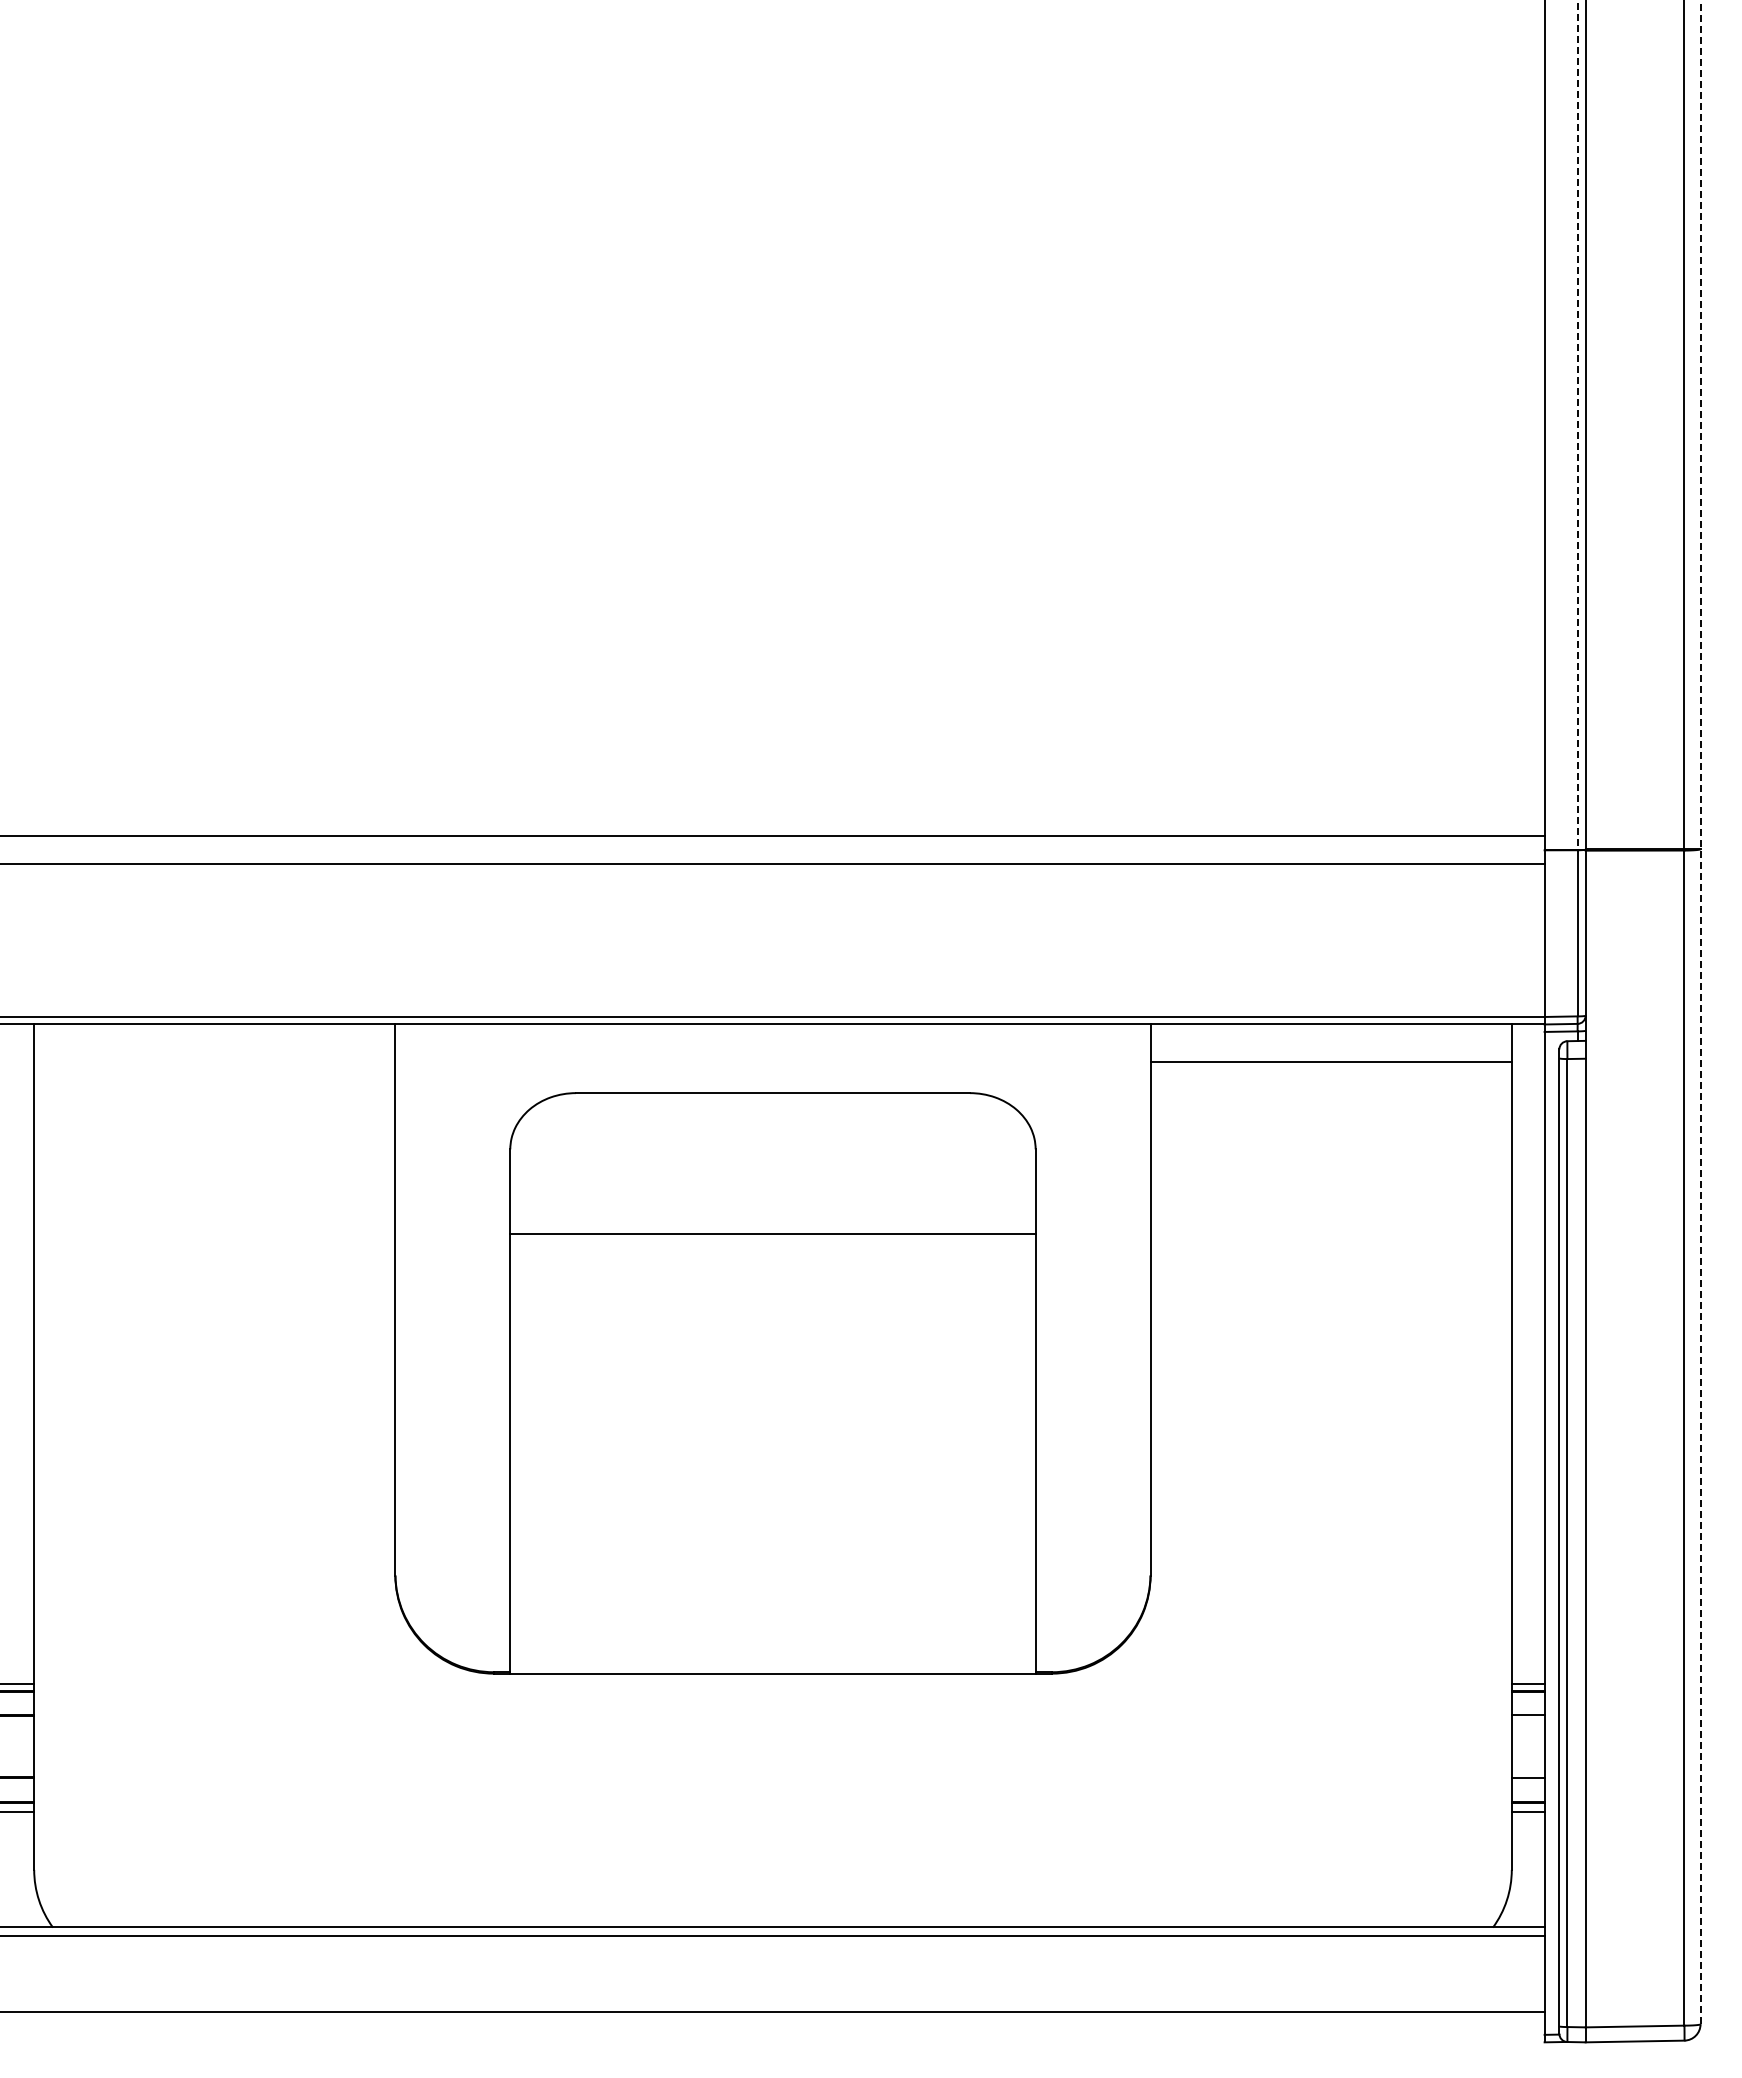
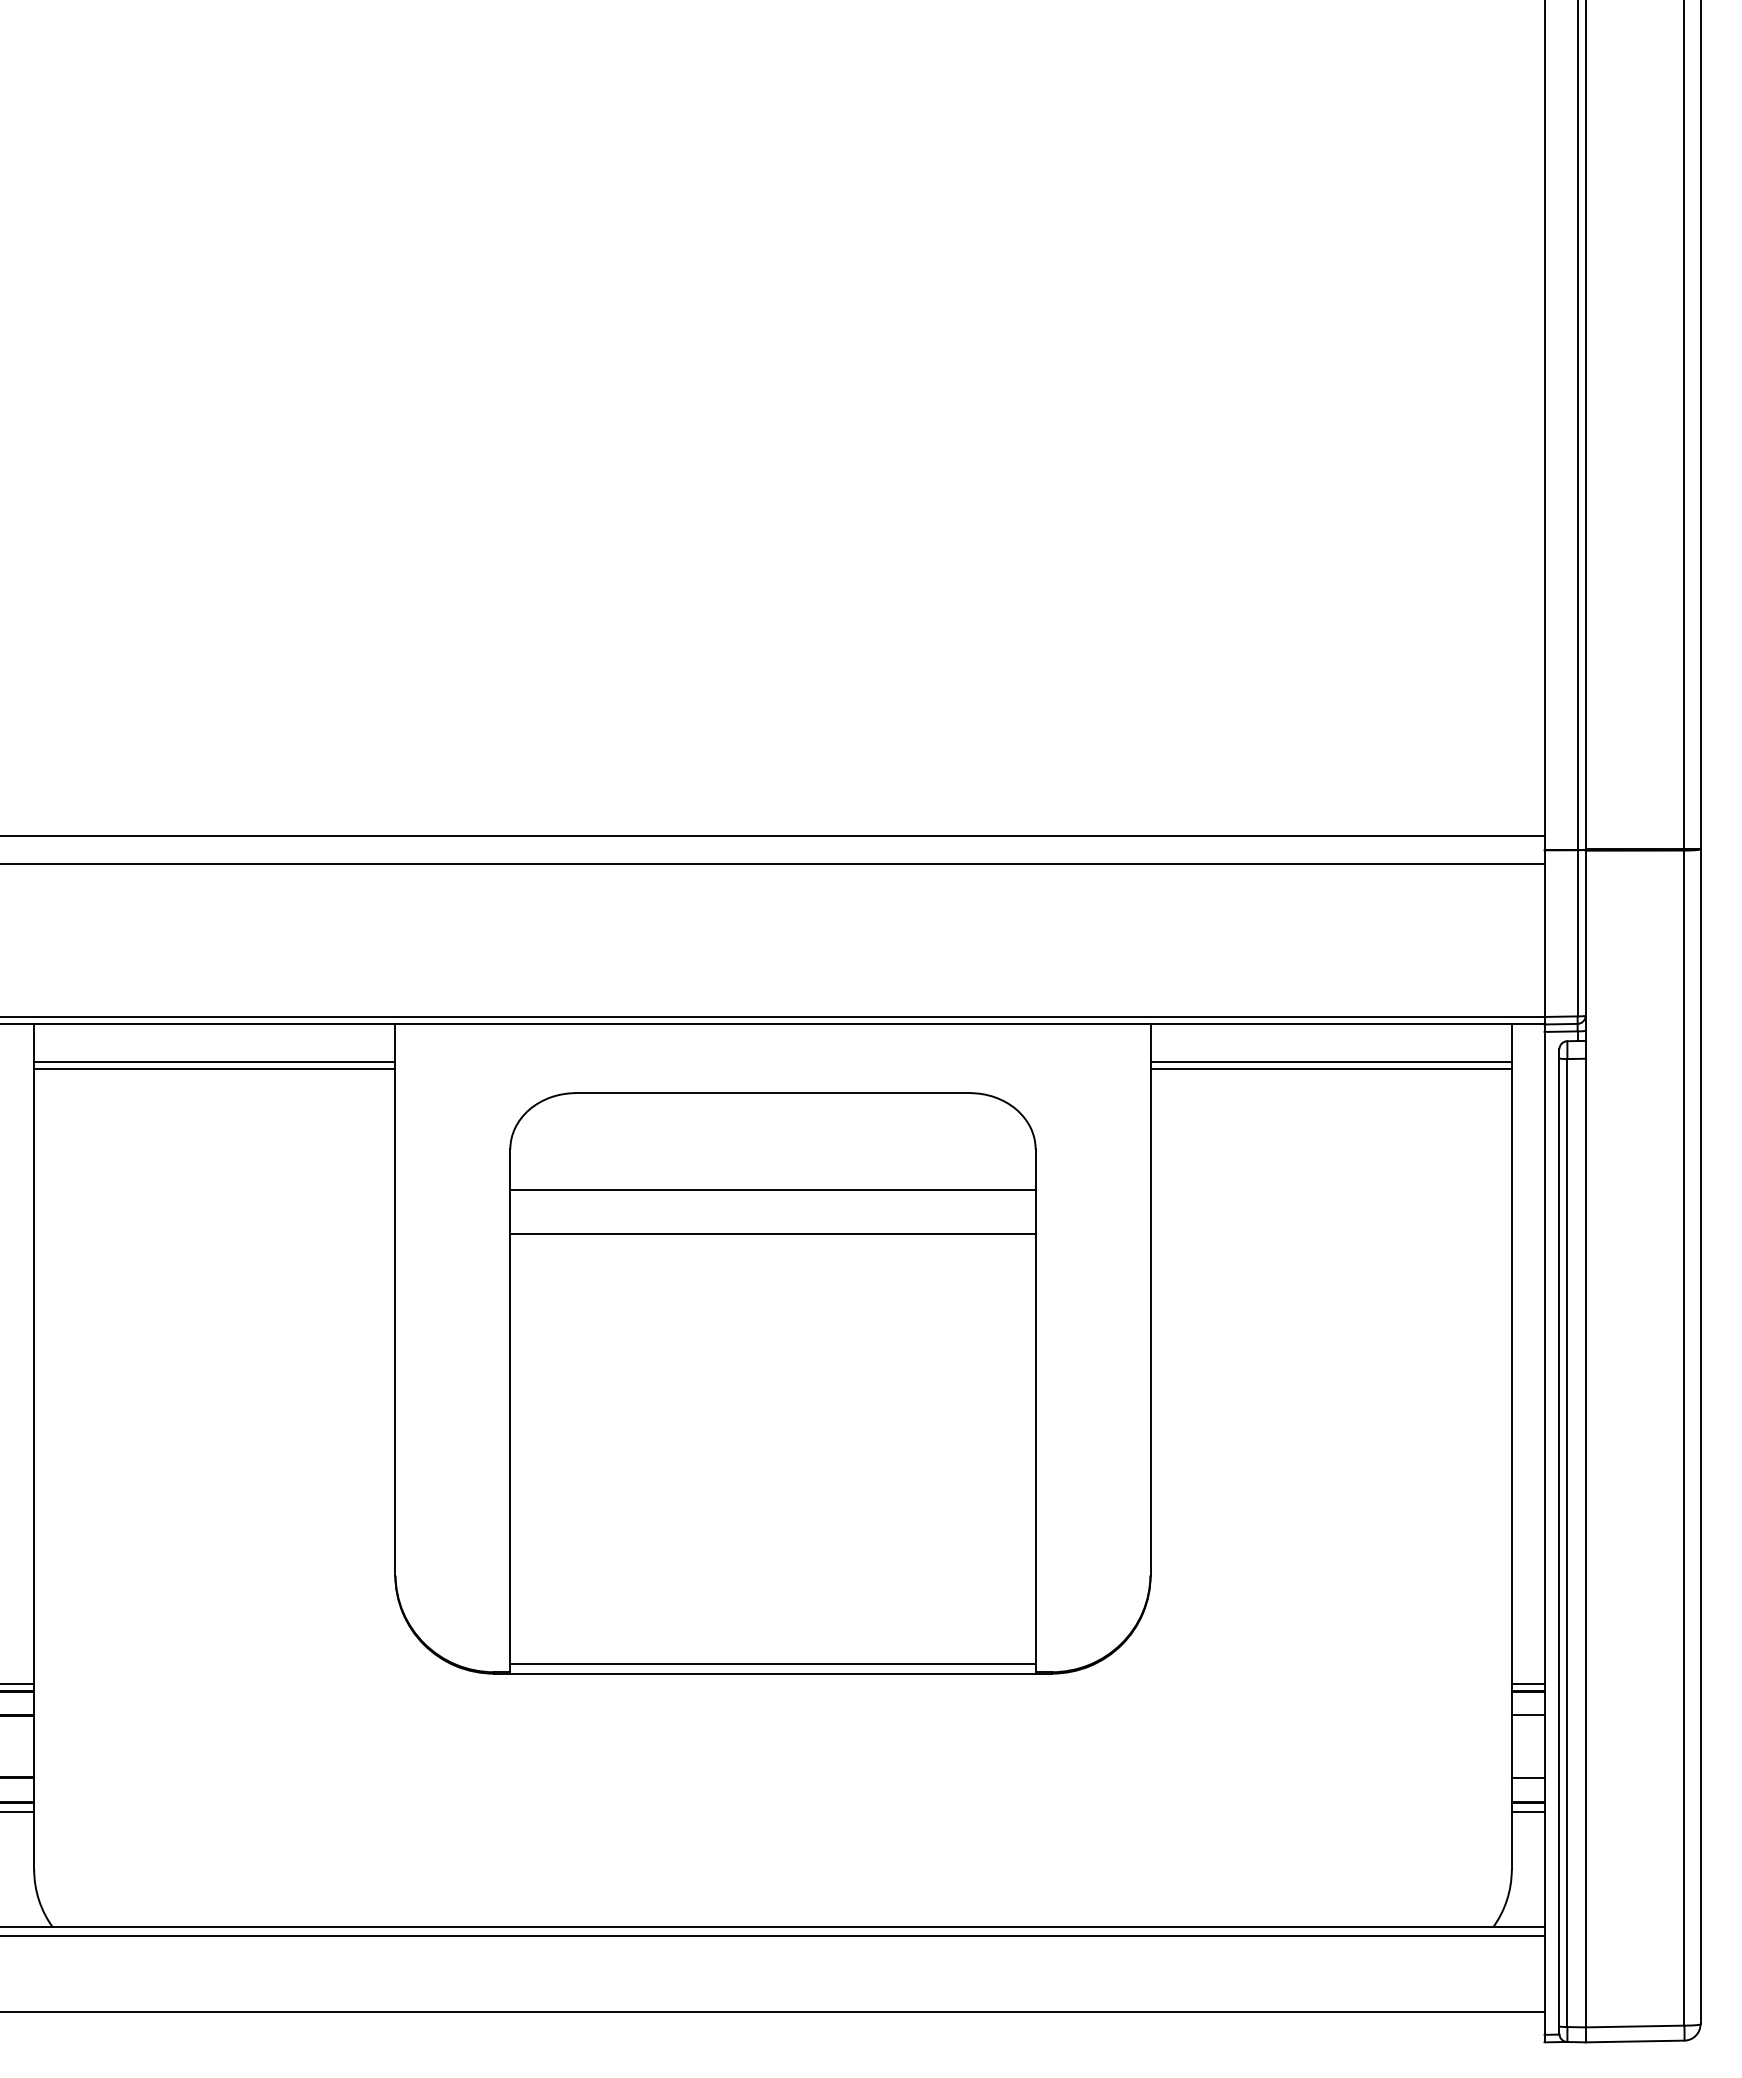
line at (1577, 424): dashed -> solid
line at (1700, 1012): dashed -> solid
line at (214, 1061): none -> present
line at (214, 1068): none -> present
line at (1330, 1068): none -> present
line at (772, 1190): none -> present
line at (772, 1664): none -> present
